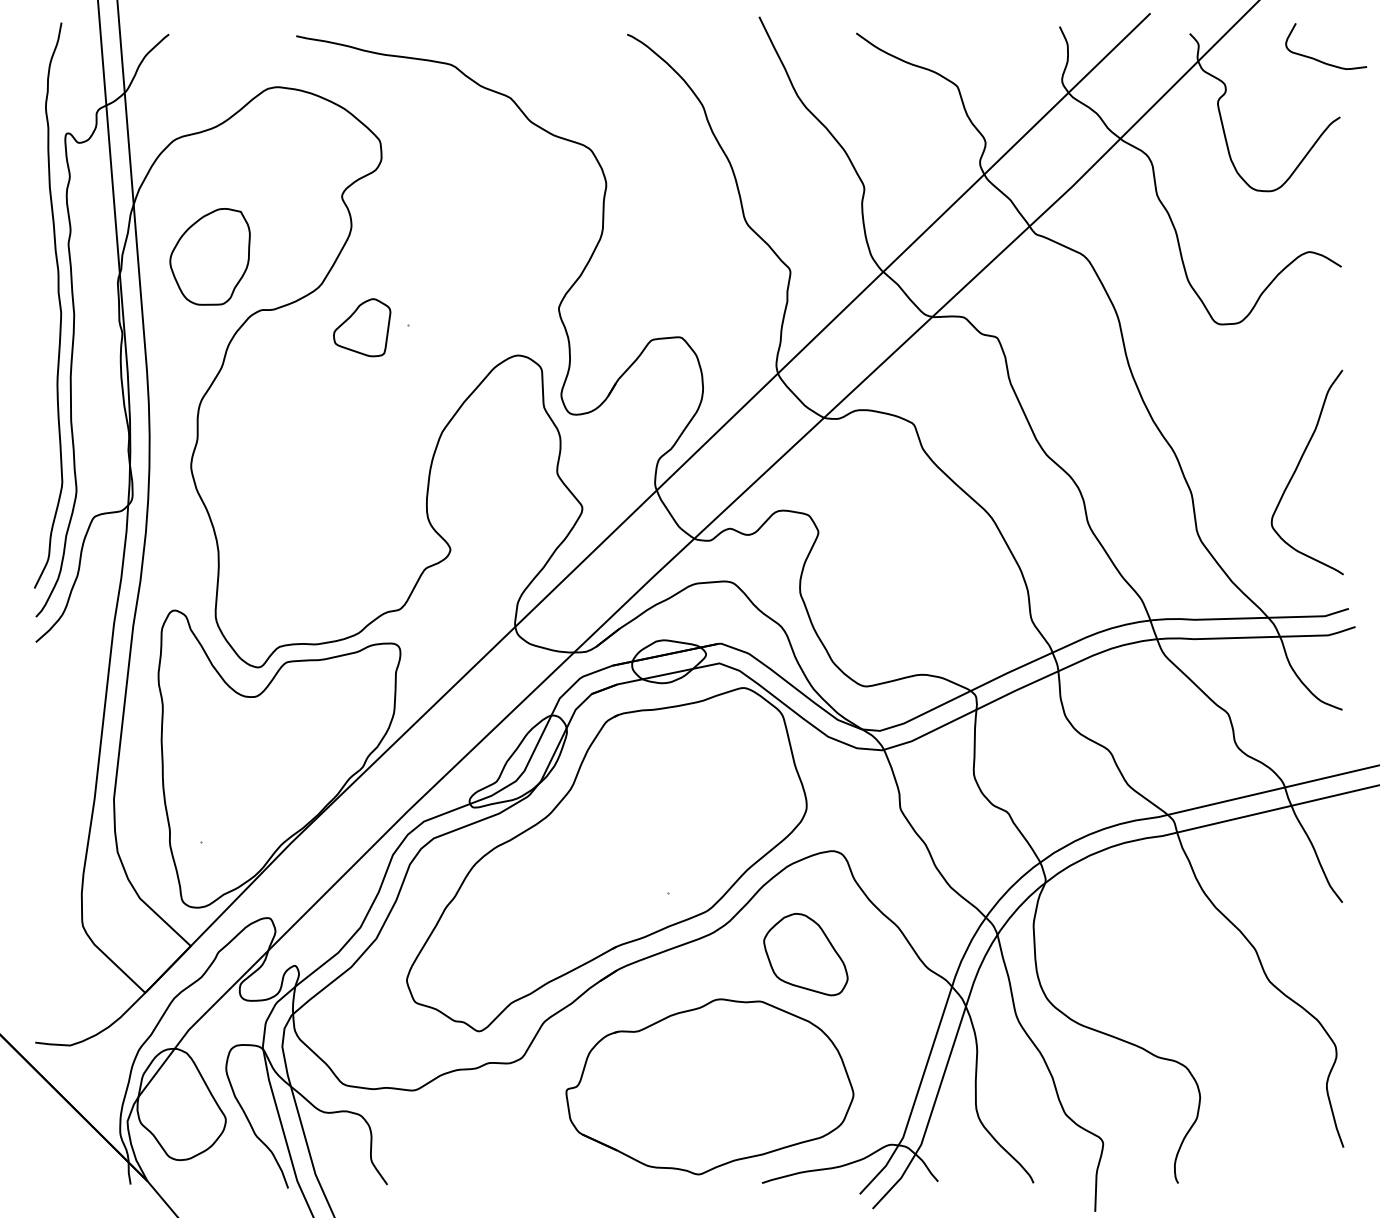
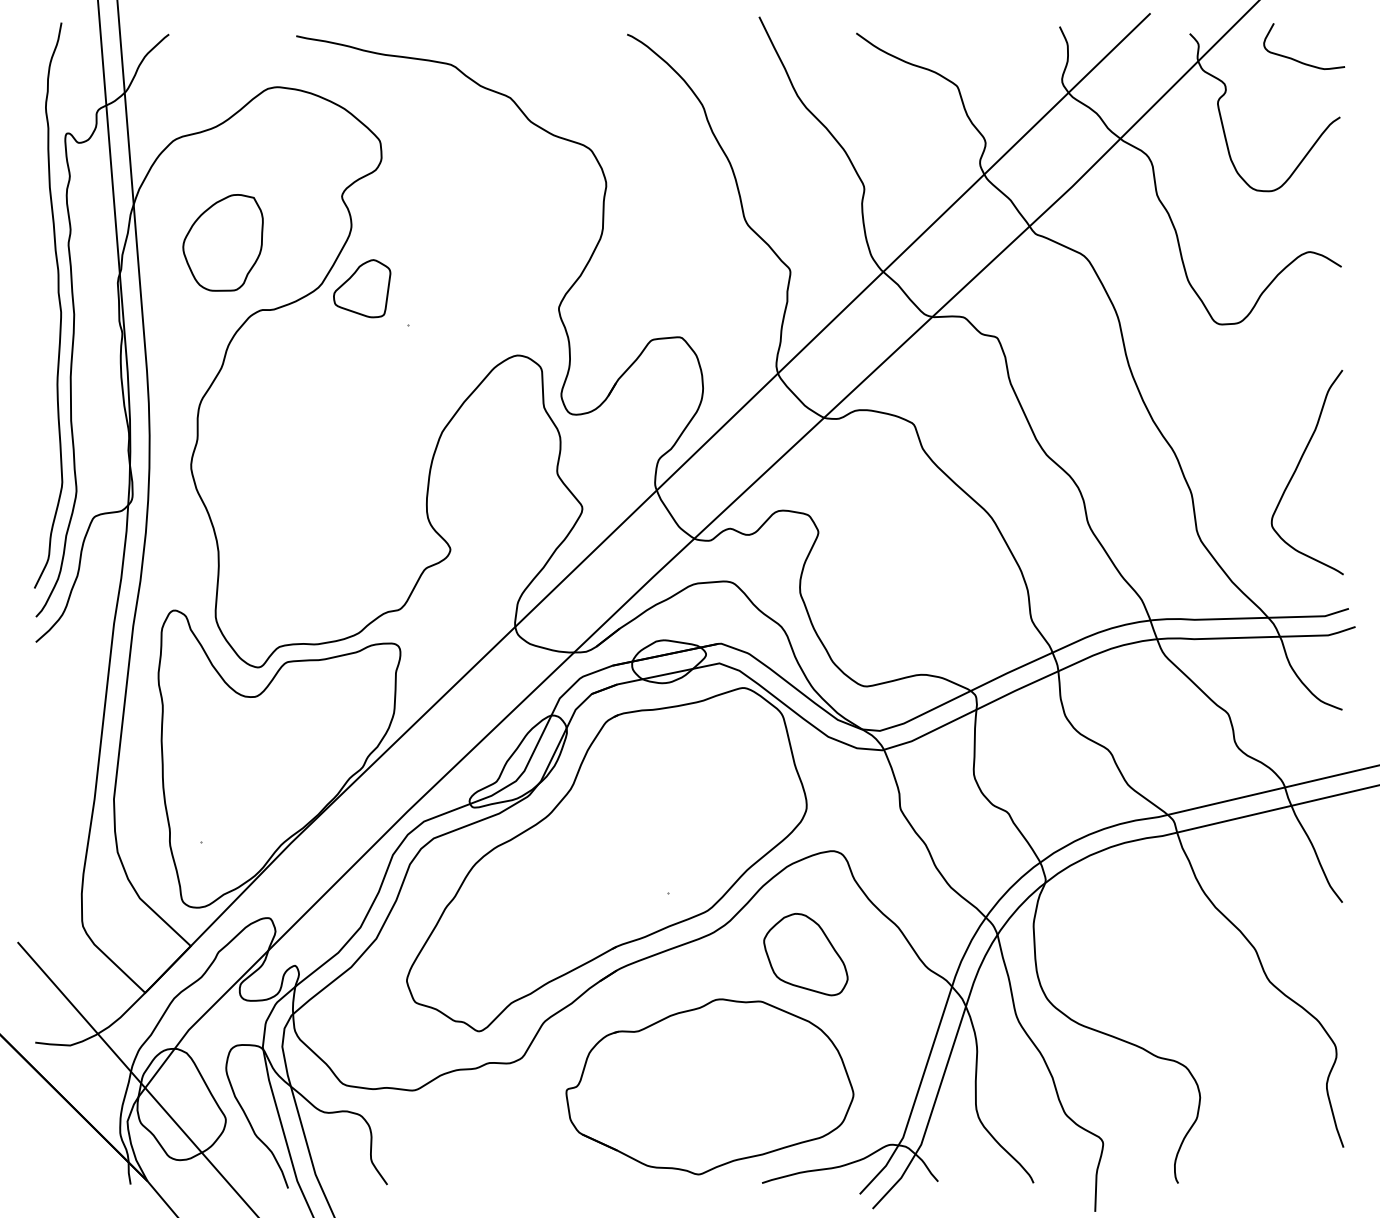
curve at (1320, 60) position: (1320, 60) -> (1298, 60)
part at (209, 256) position: (209, 256) -> (222, 242)
part at (362, 327) position: (362, 327) -> (362, 288)
line at (136, 1078): none -> present
